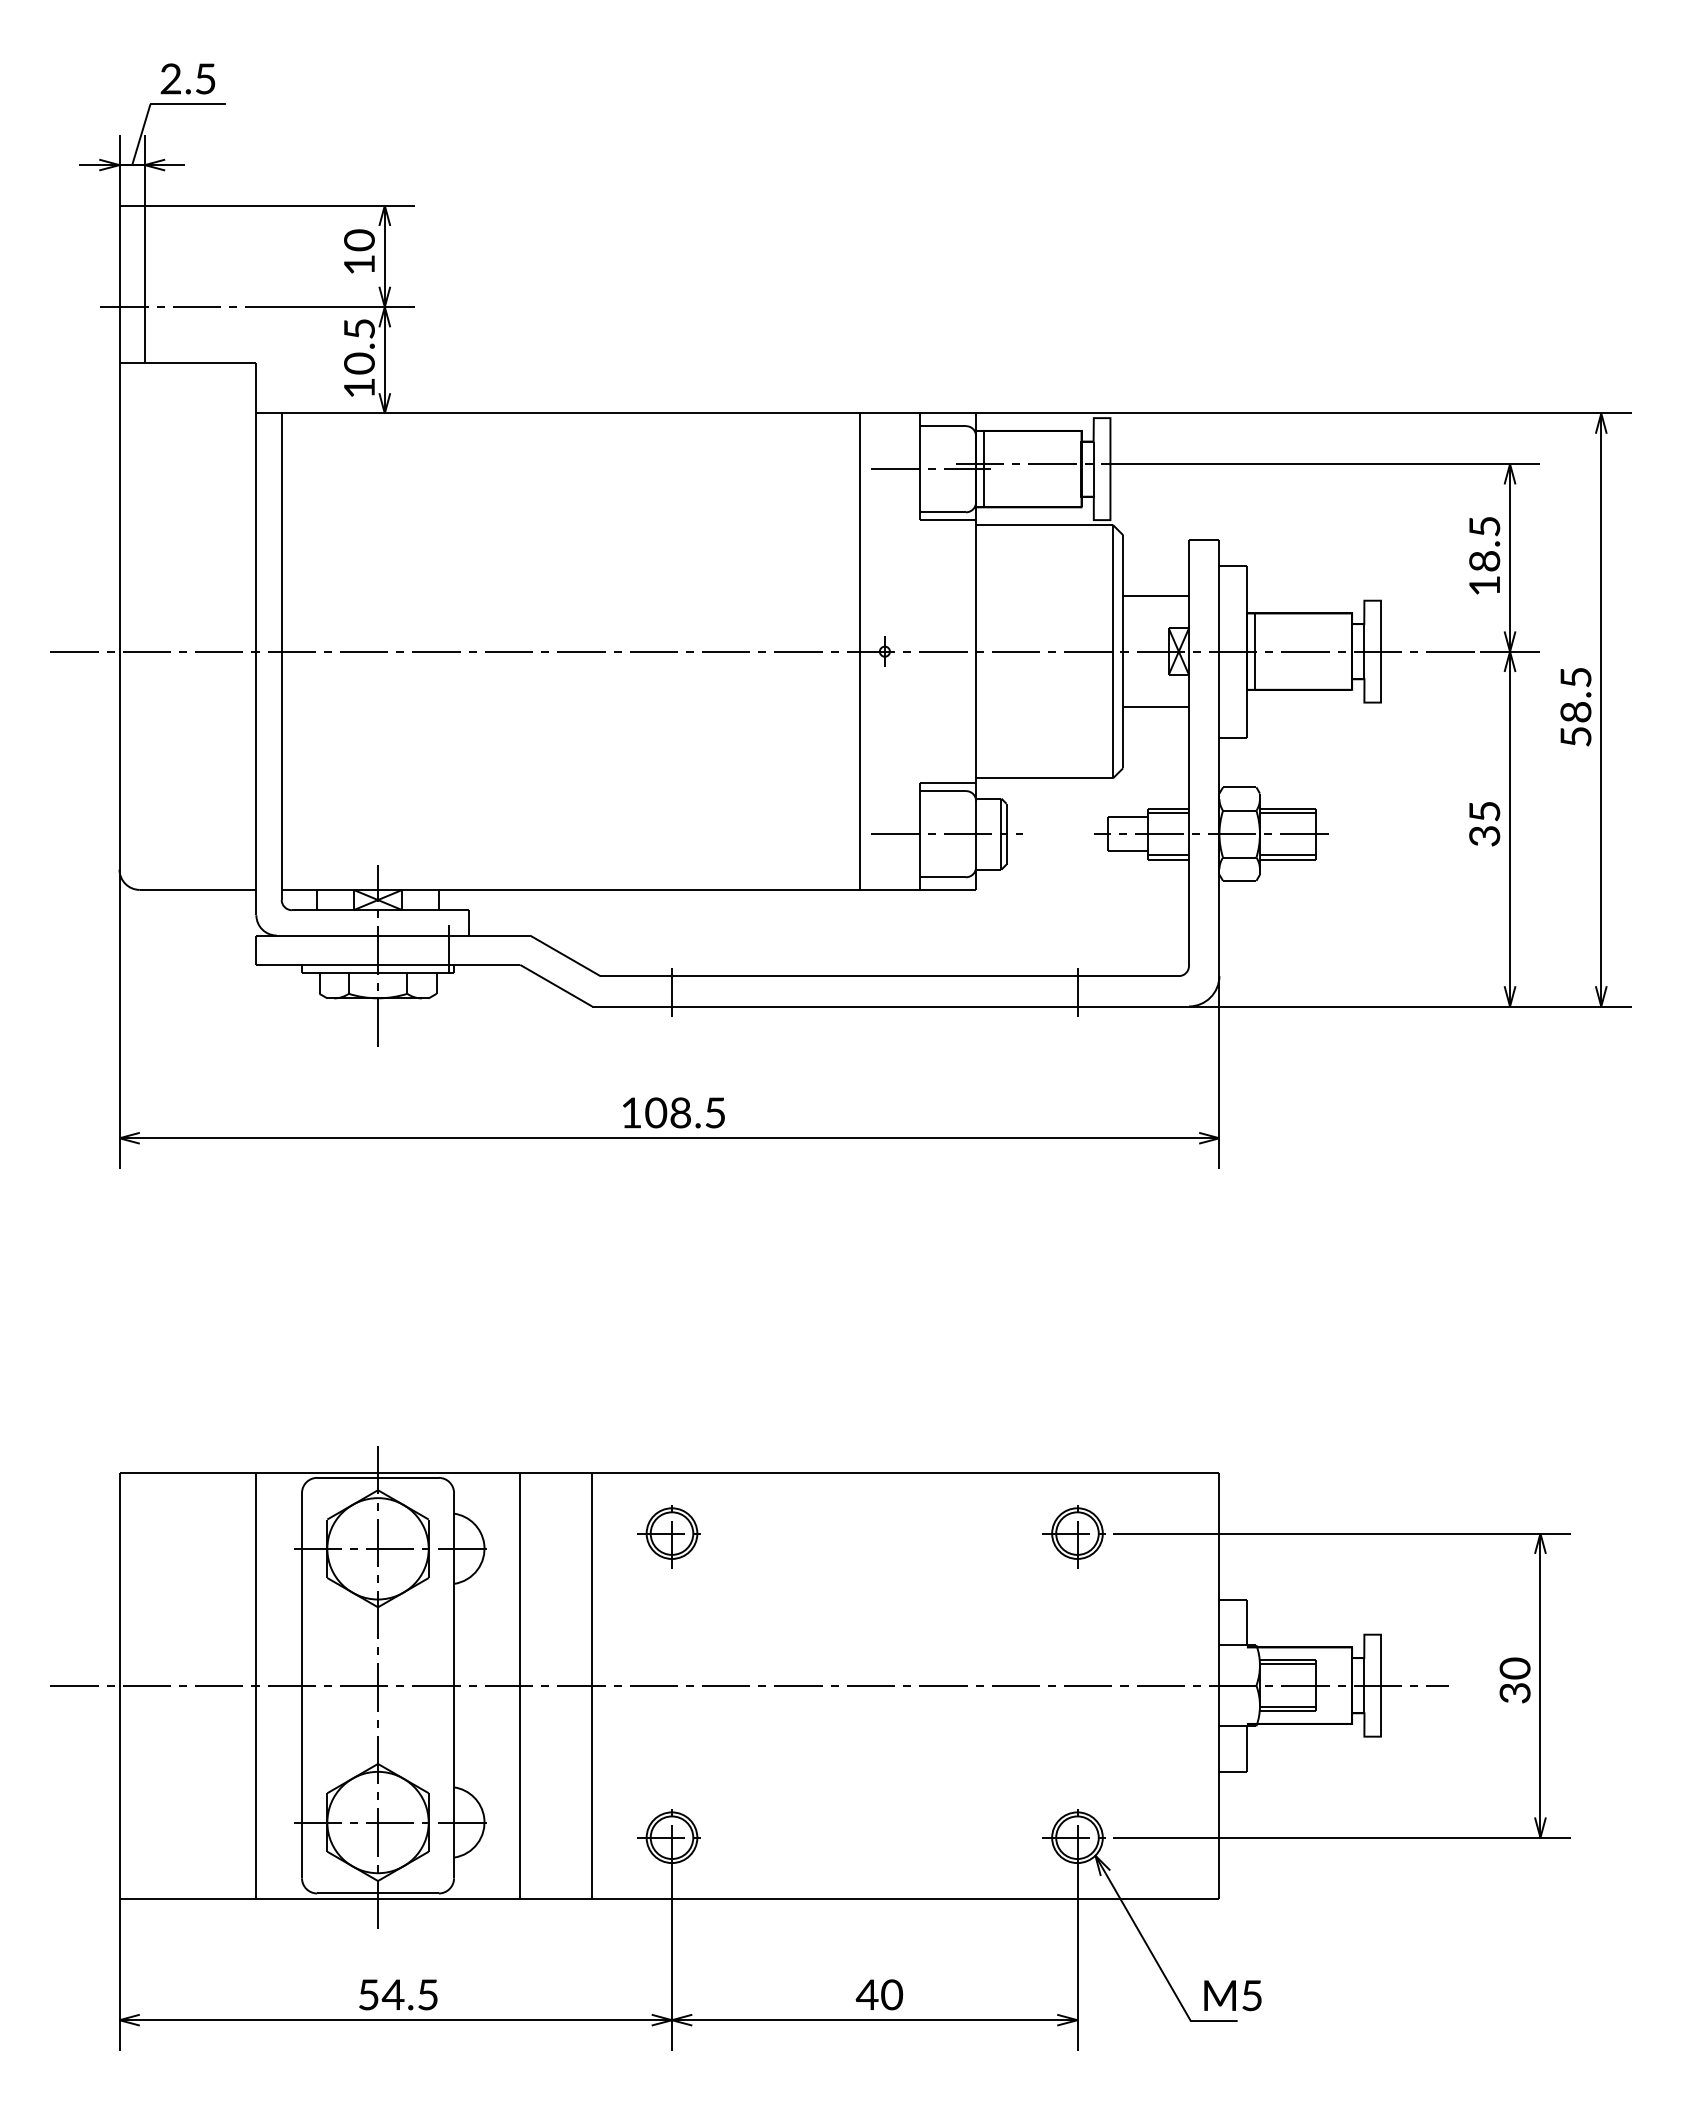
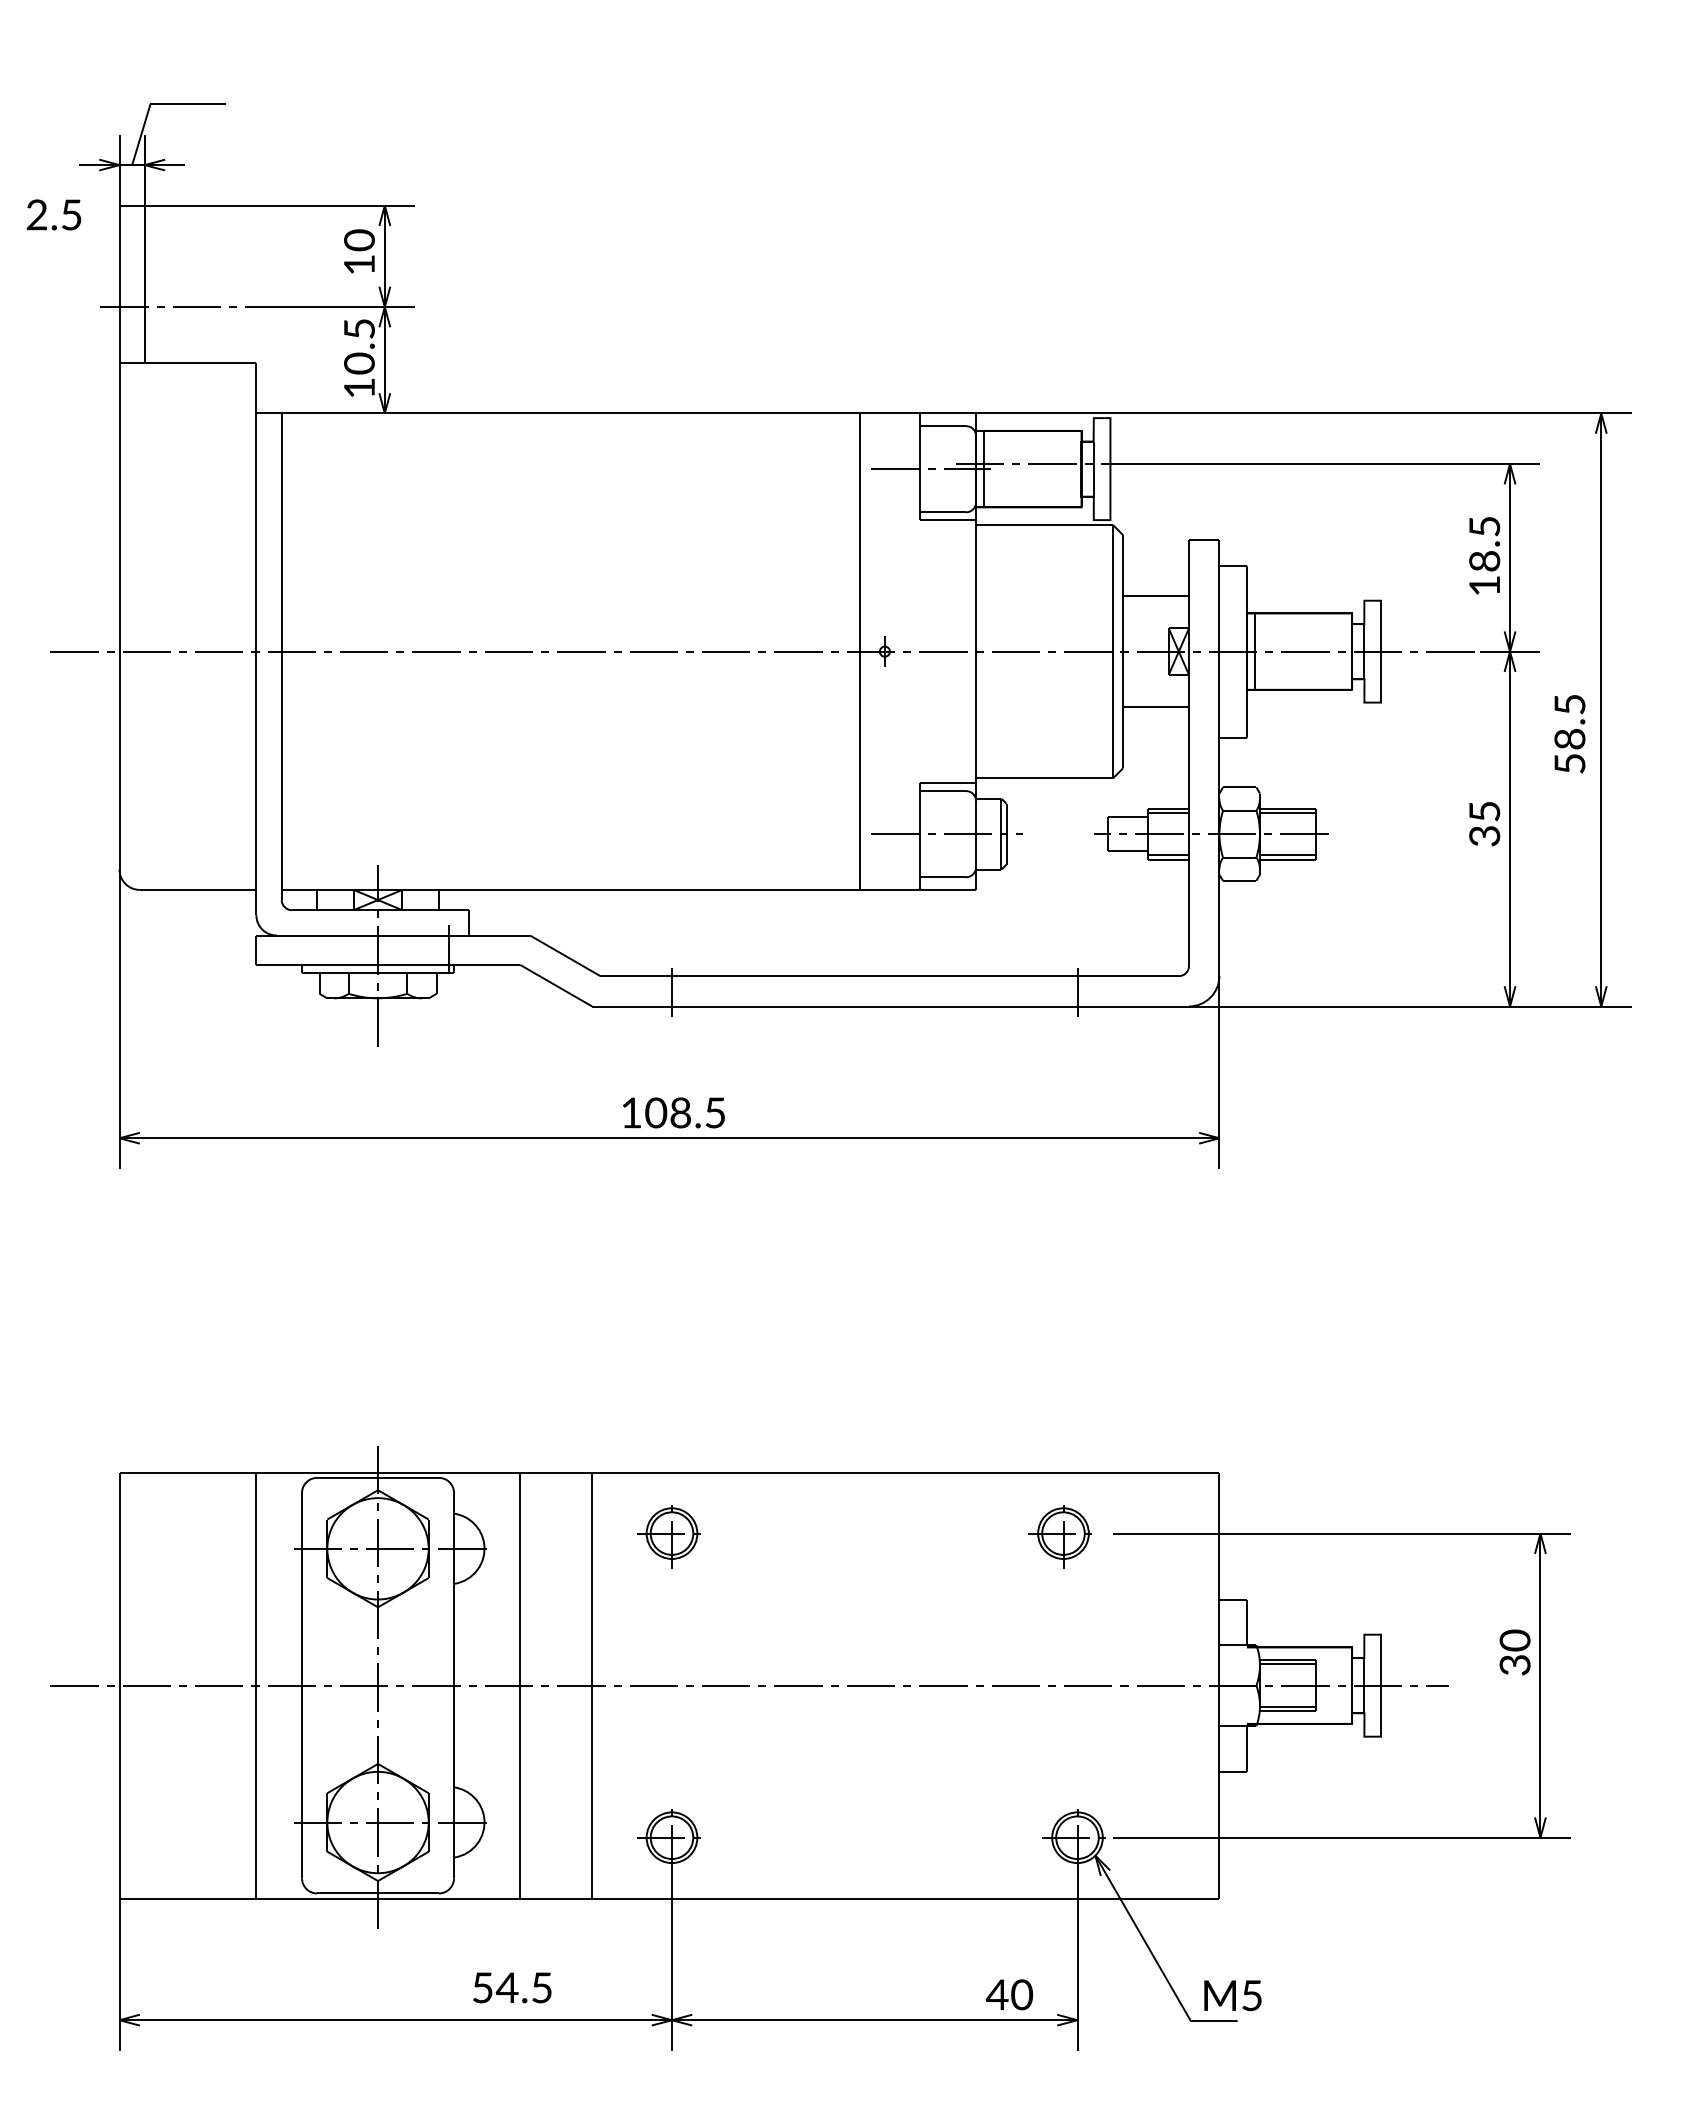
text at (187, 78) position: (187, 78) -> (53, 214)
text at (1575, 707) position: (1575, 707) -> (1569, 734)
part at (1073, 1536) position: (1073, 1536) -> (1059, 1536)
text at (1514, 1680) position: (1514, 1680) -> (1514, 1652)
text at (398, 1994) position: (398, 1994) -> (512, 1987)
text at (879, 1994) position: (879, 1994) -> (1009, 1994)
